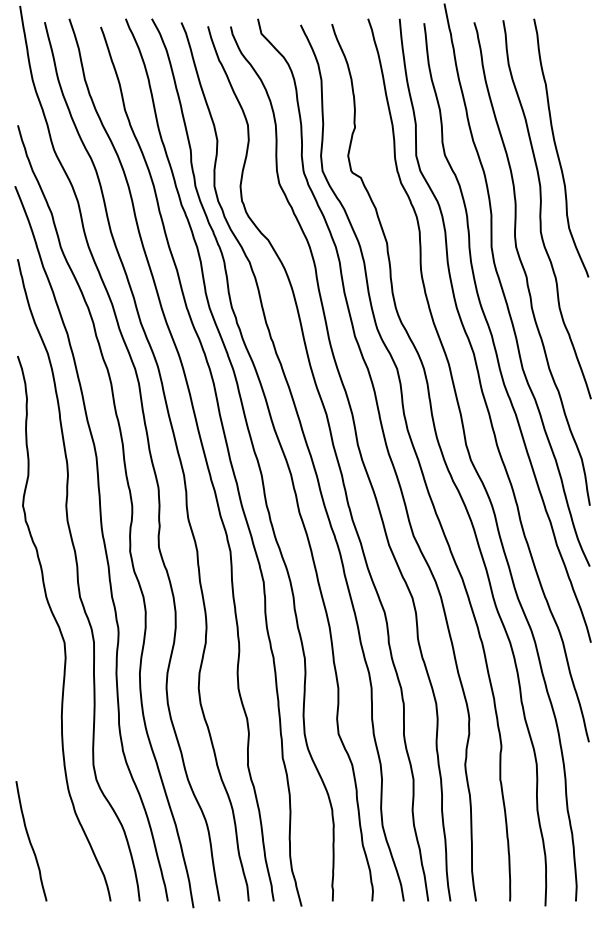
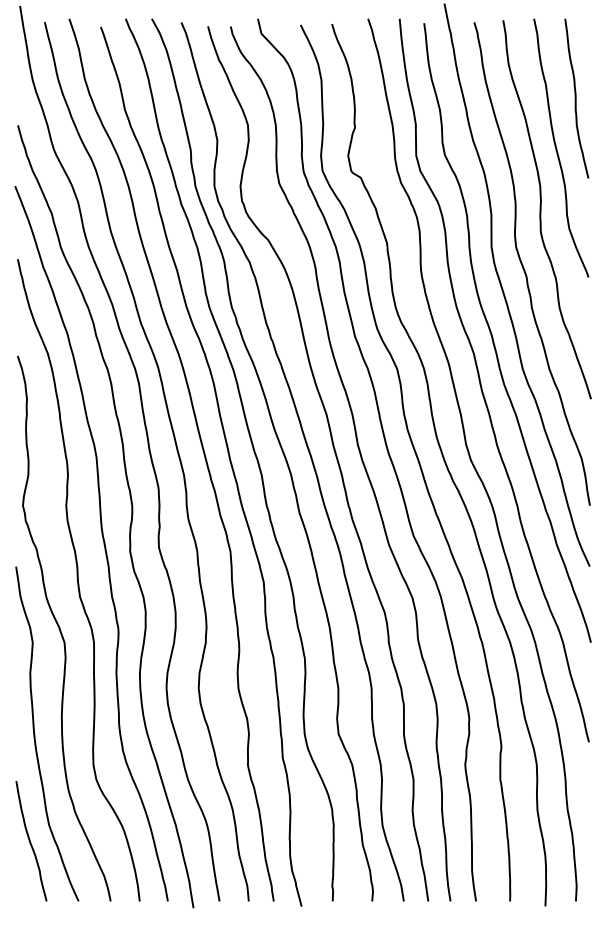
curve at (576, 98): none -> present
curve at (35, 734): none -> present
